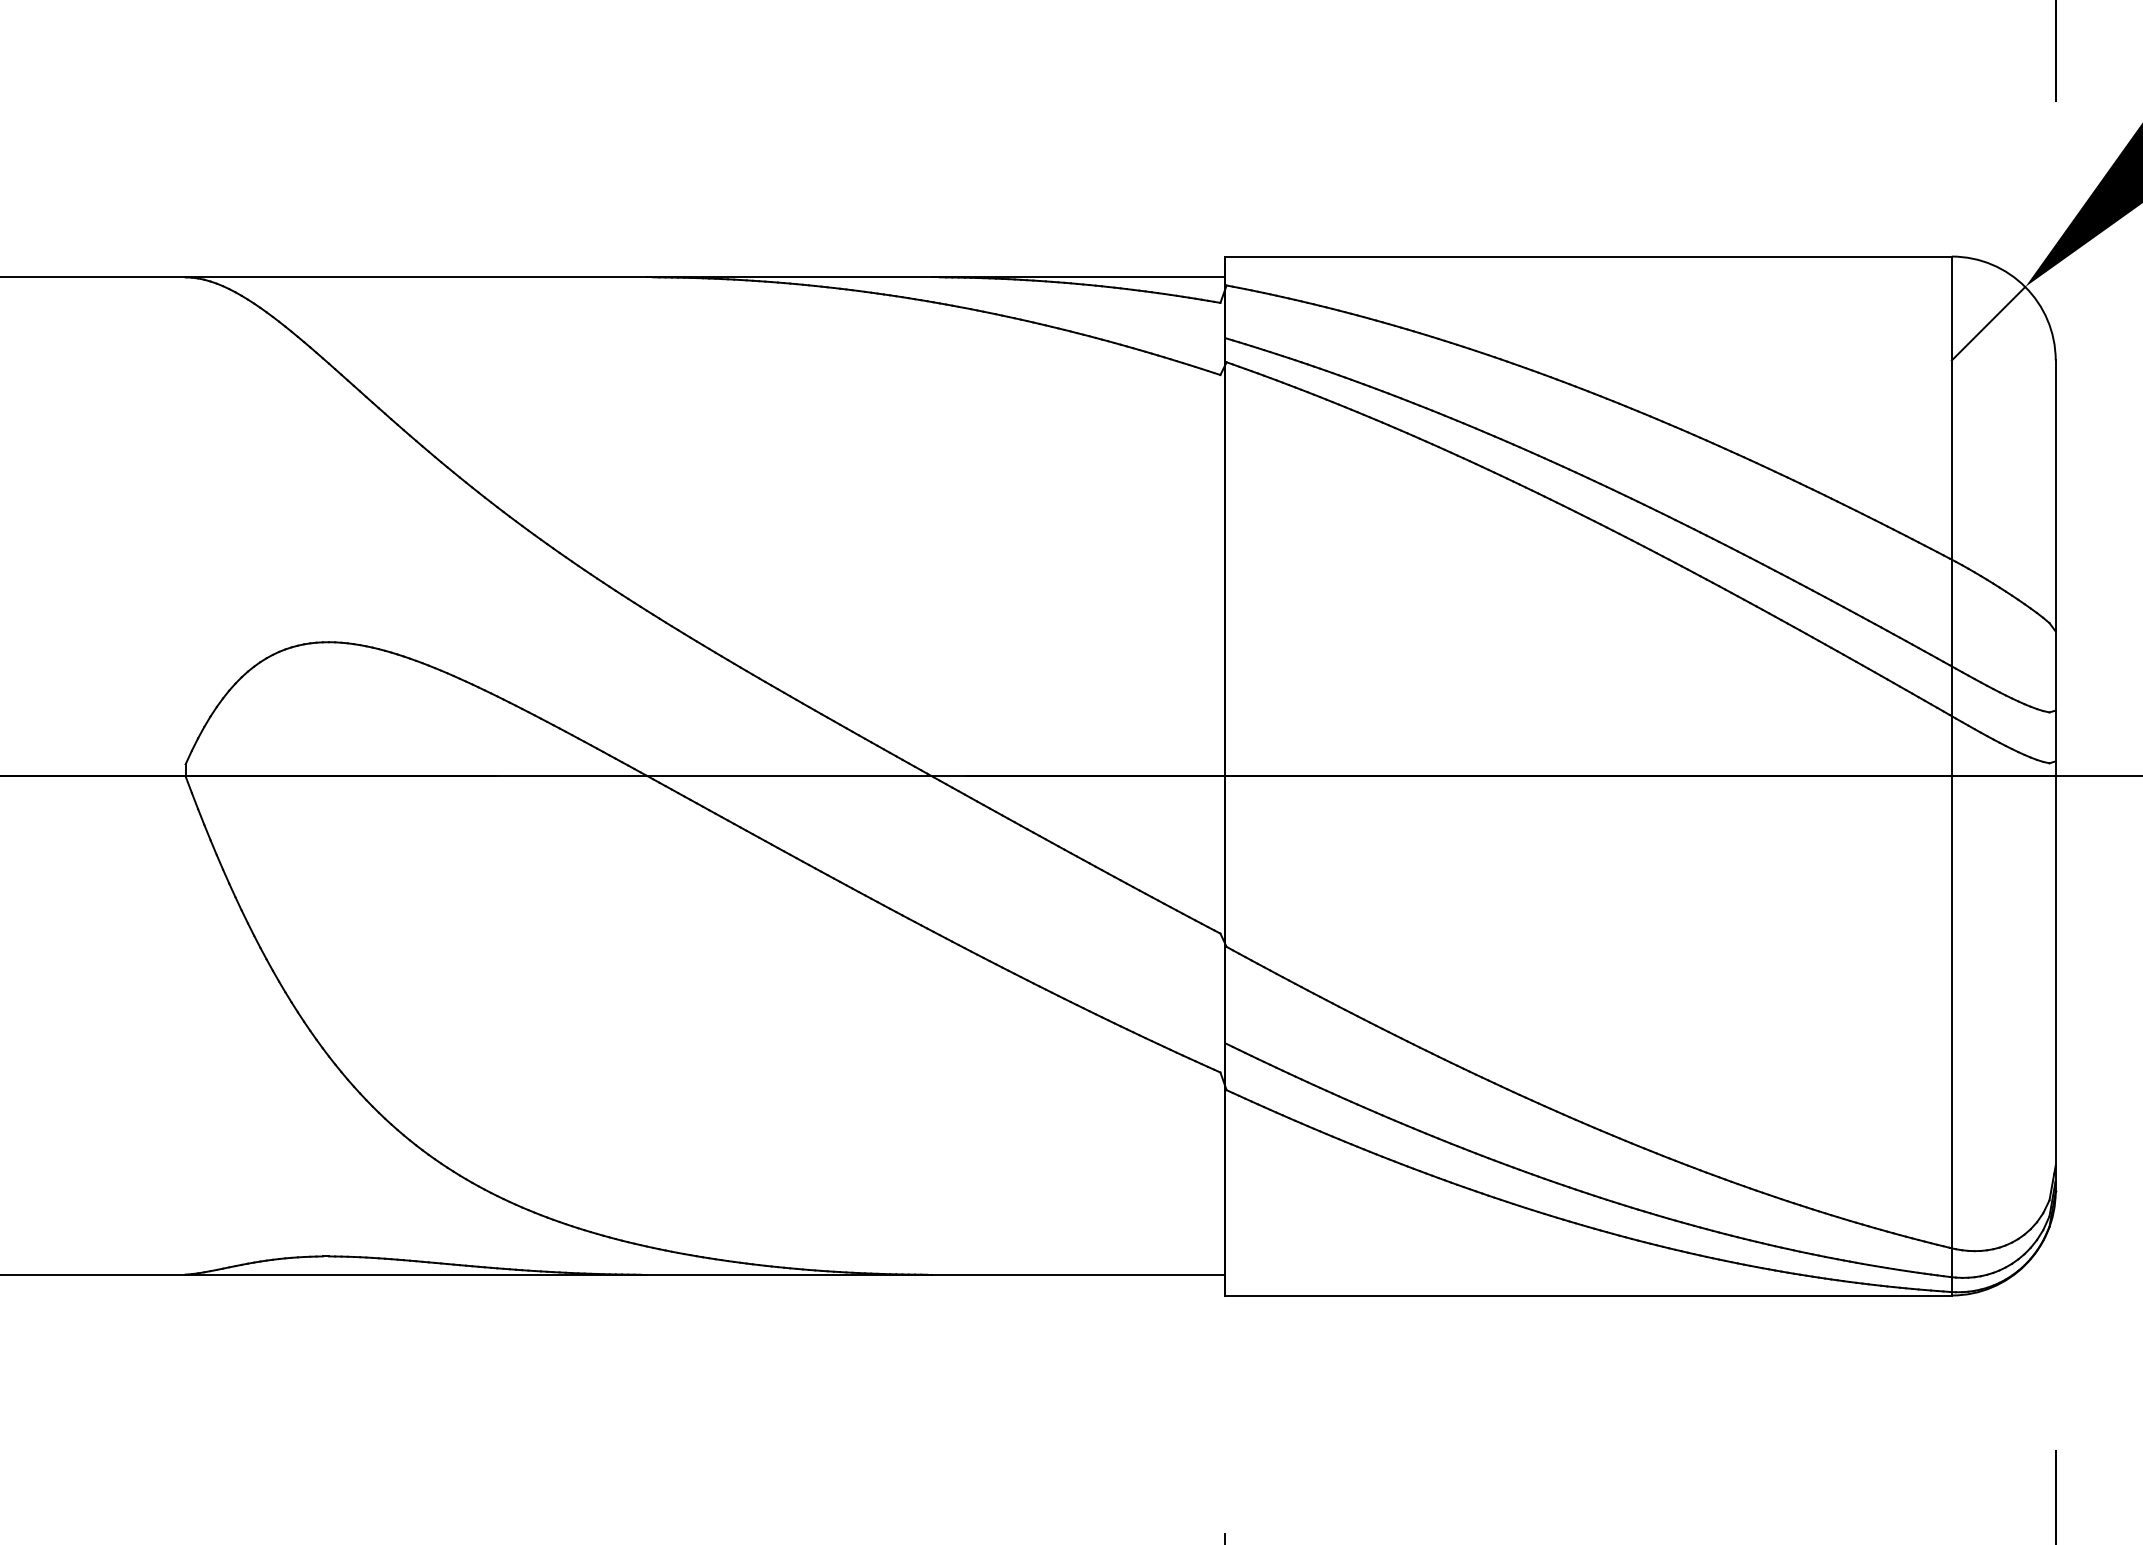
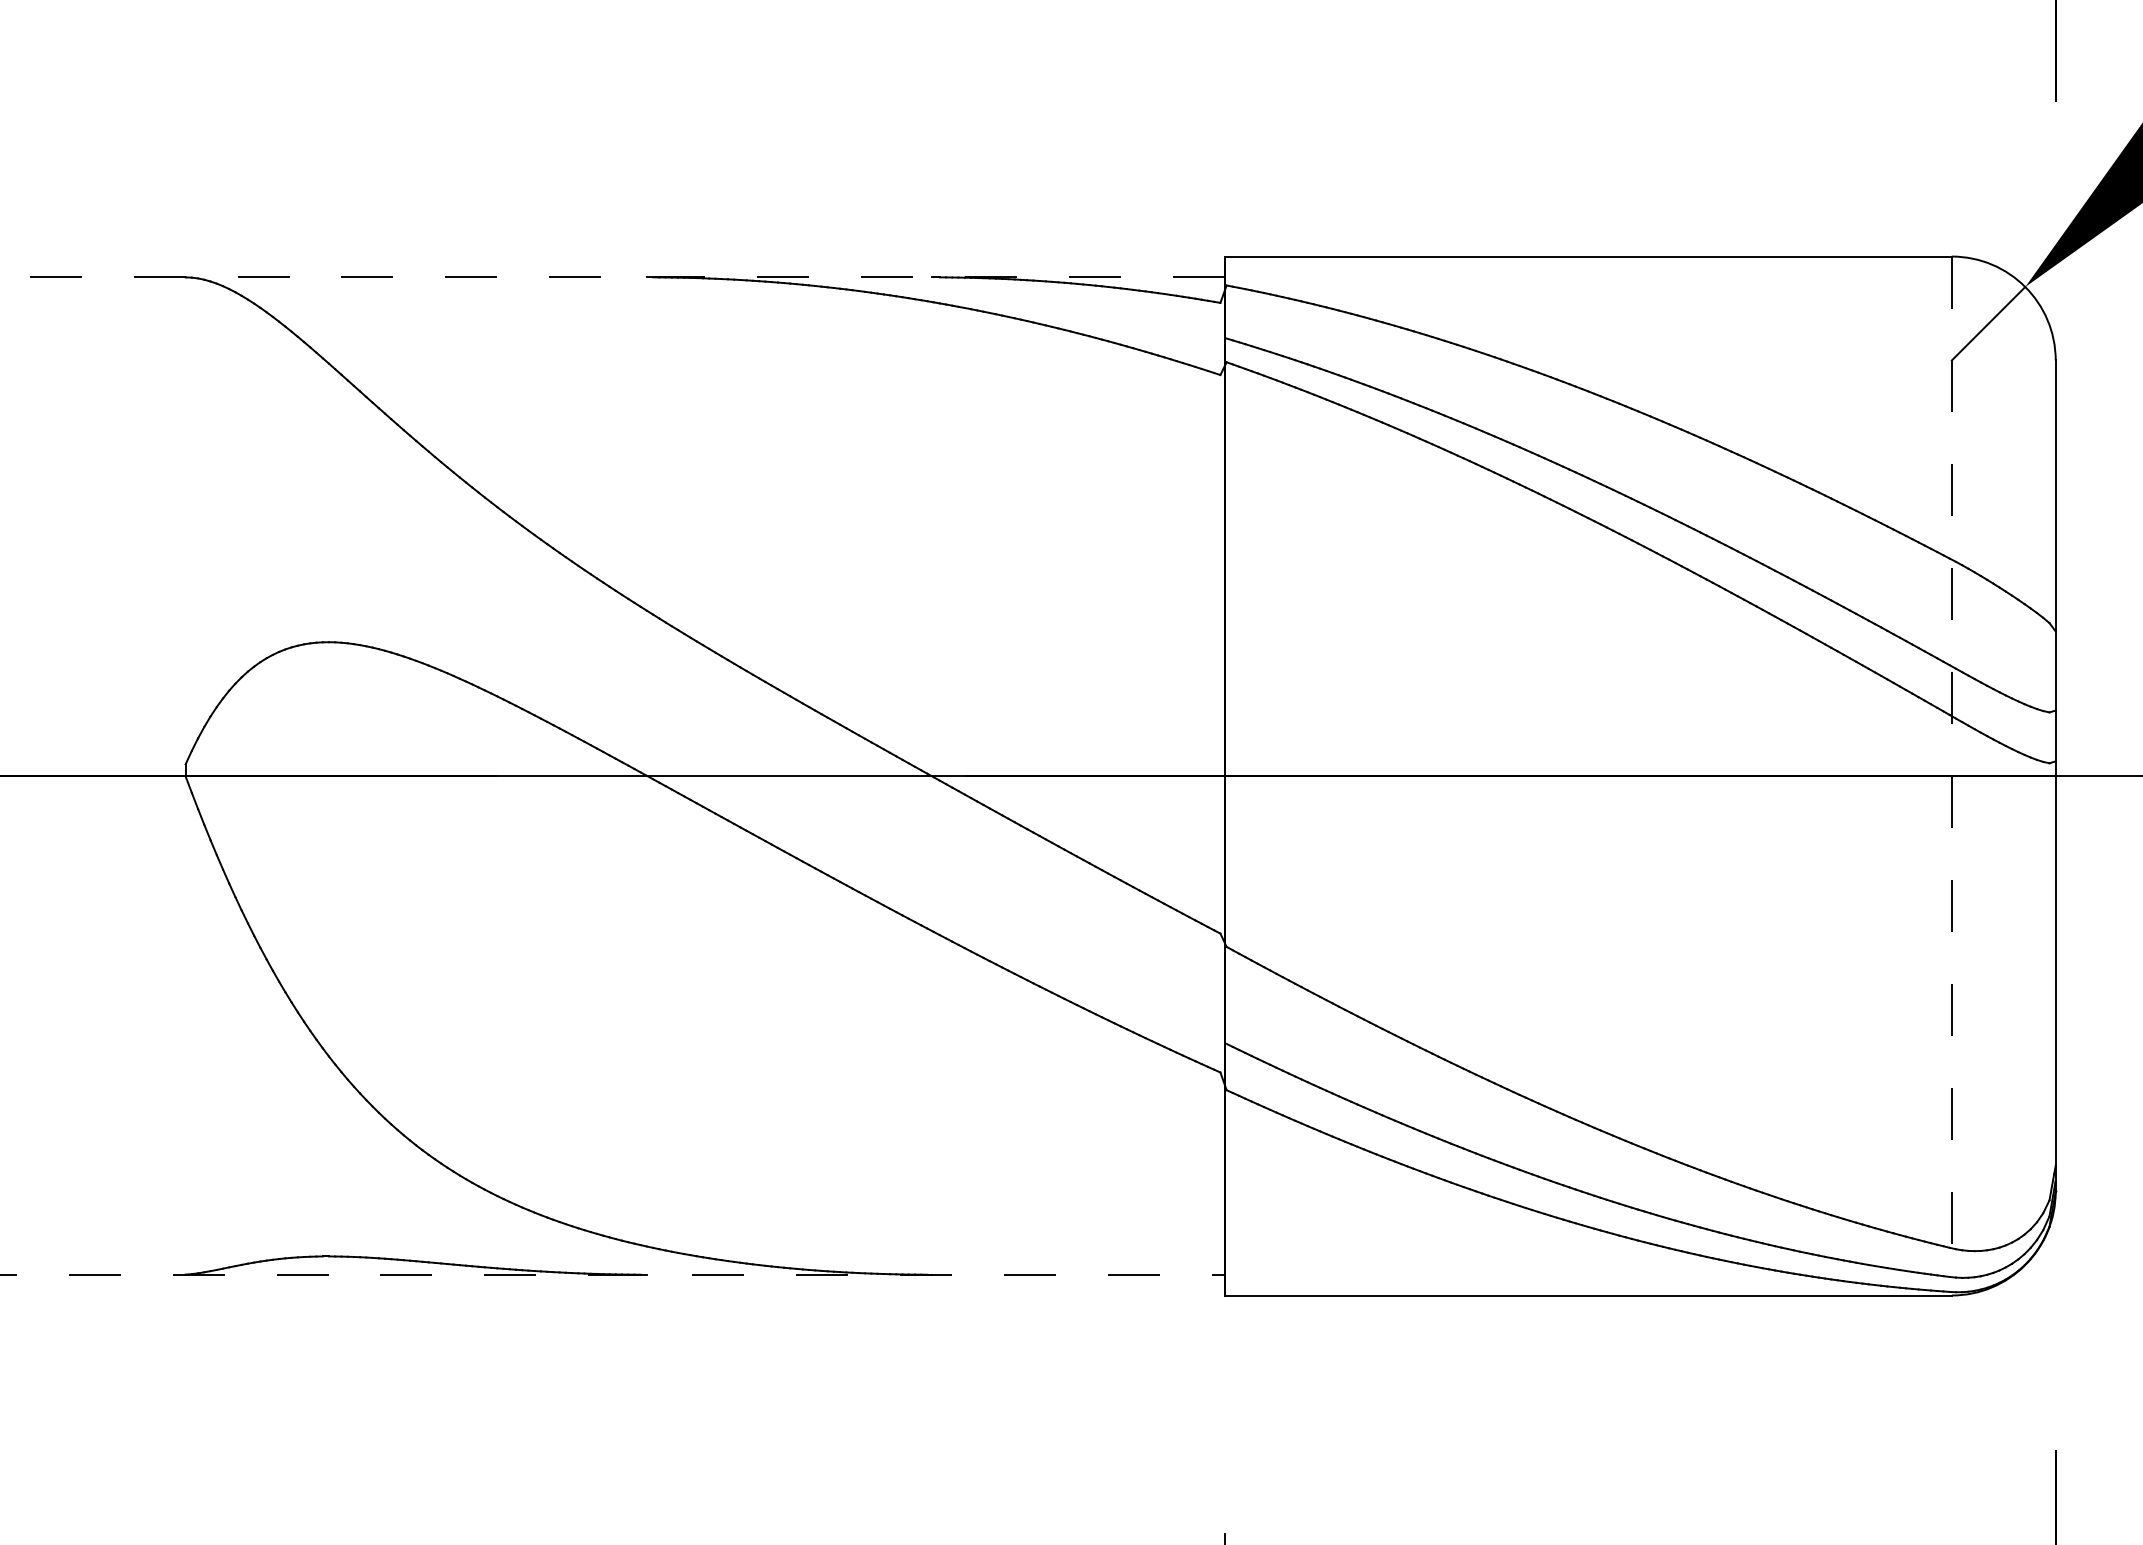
line at (612, 277): solid -> dashed
line at (1951, 776): solid -> dashed
line at (612, 1274): solid -> dashed
